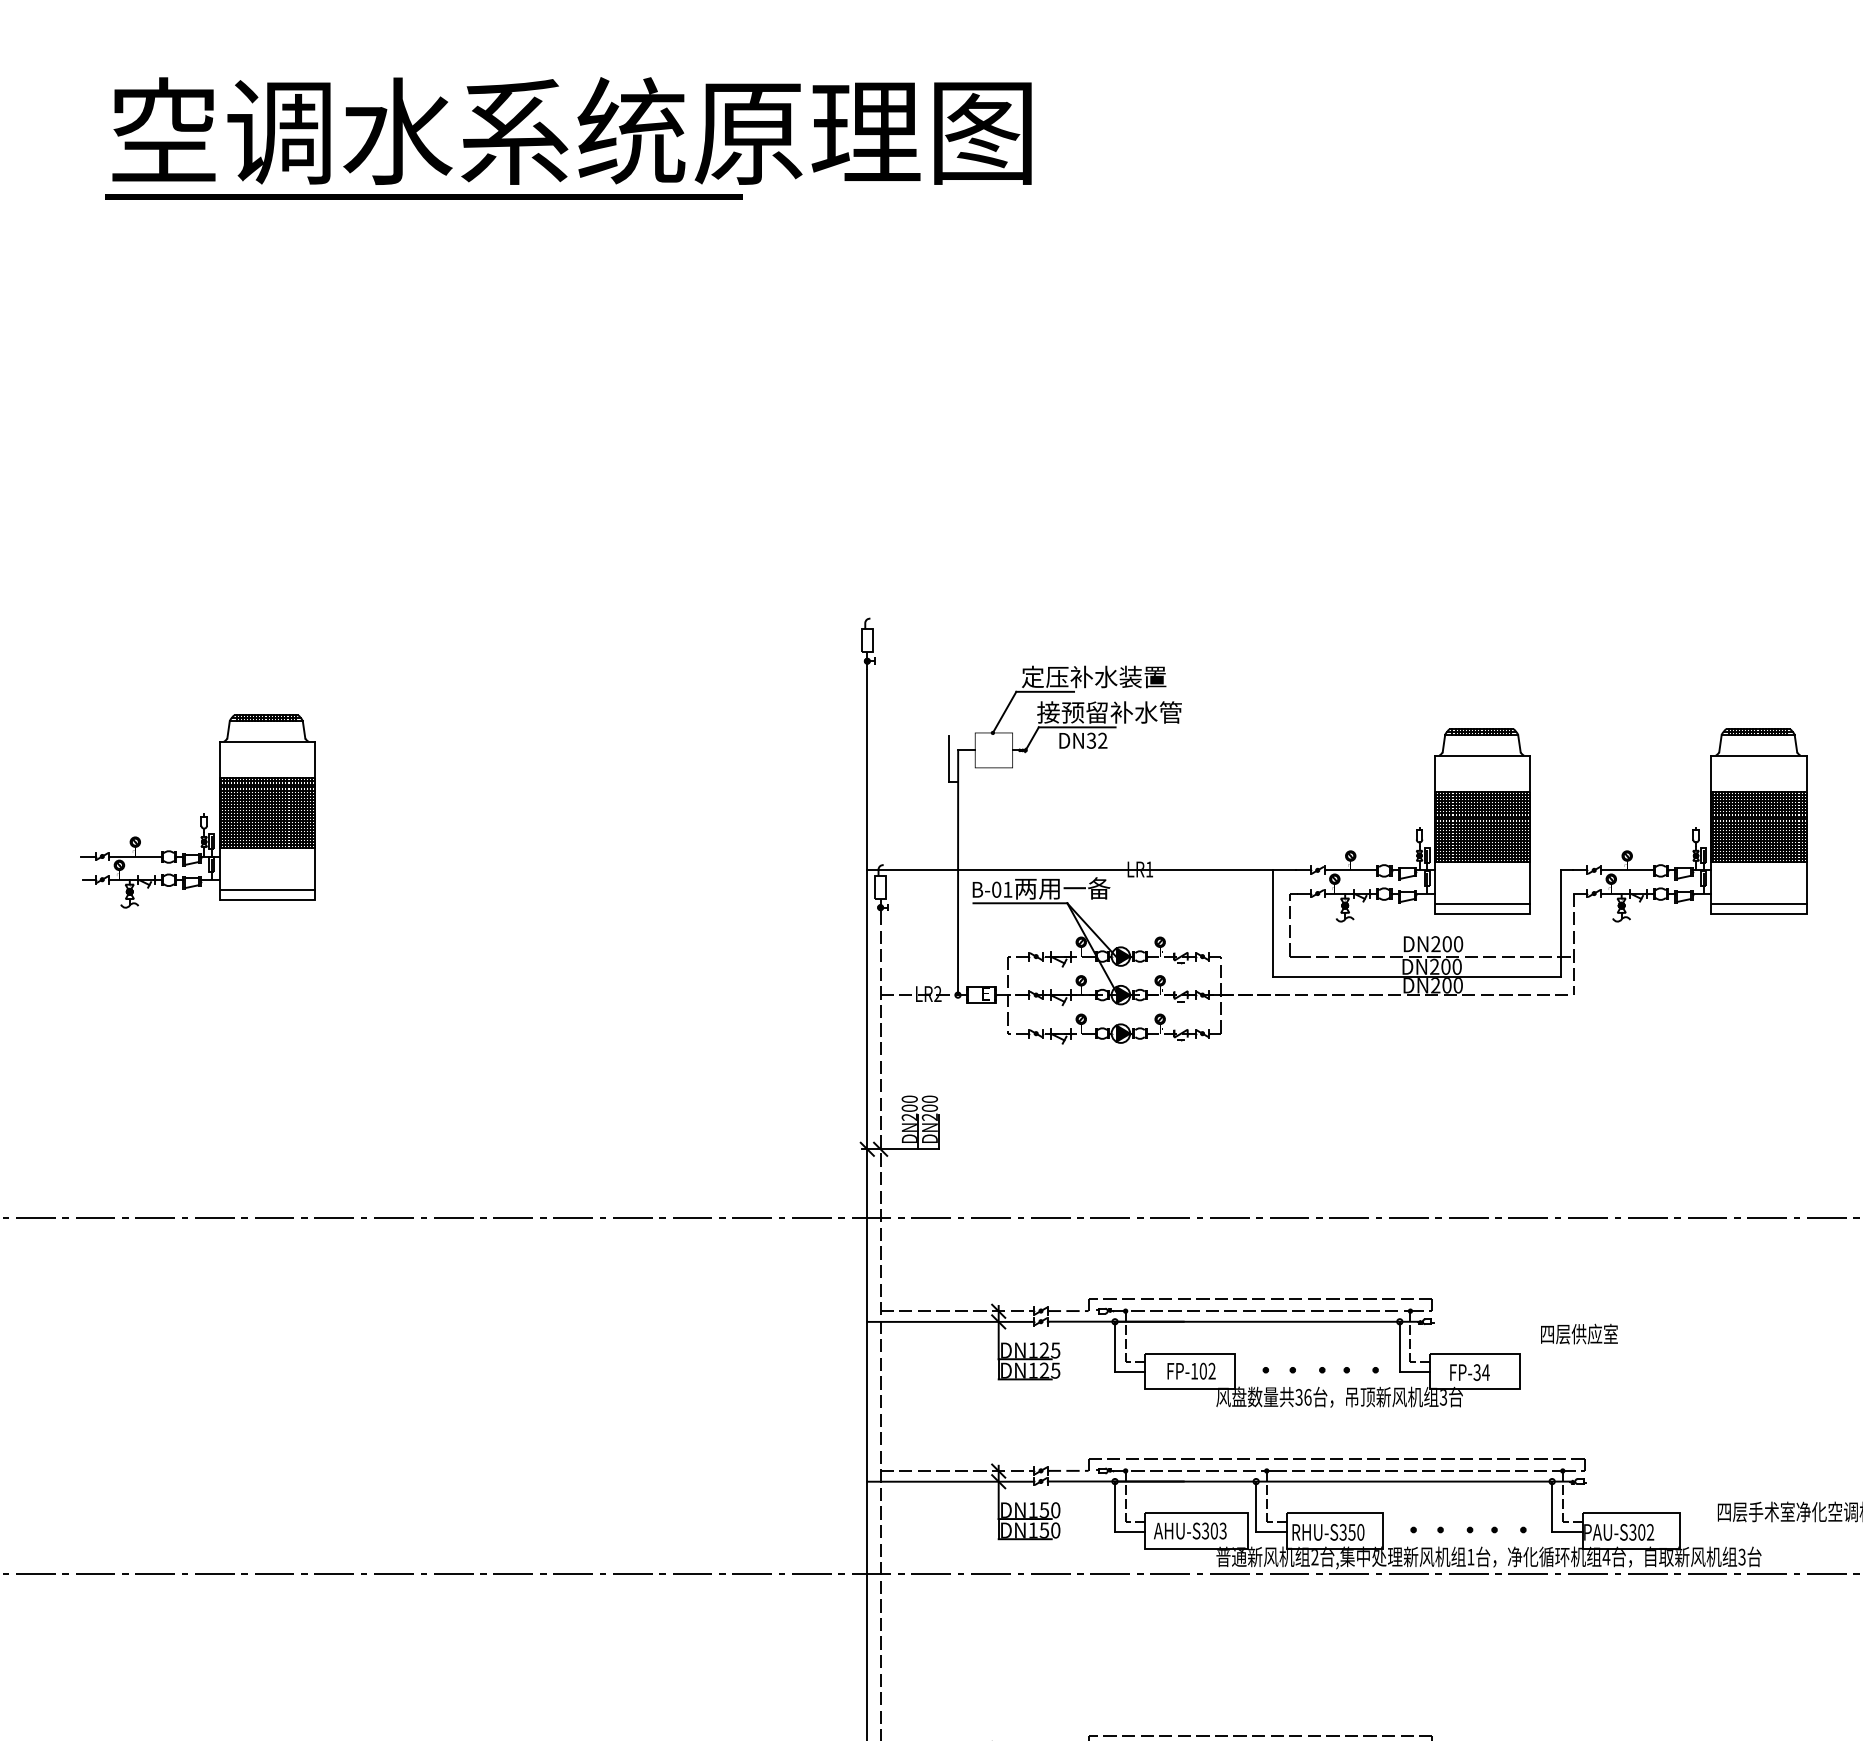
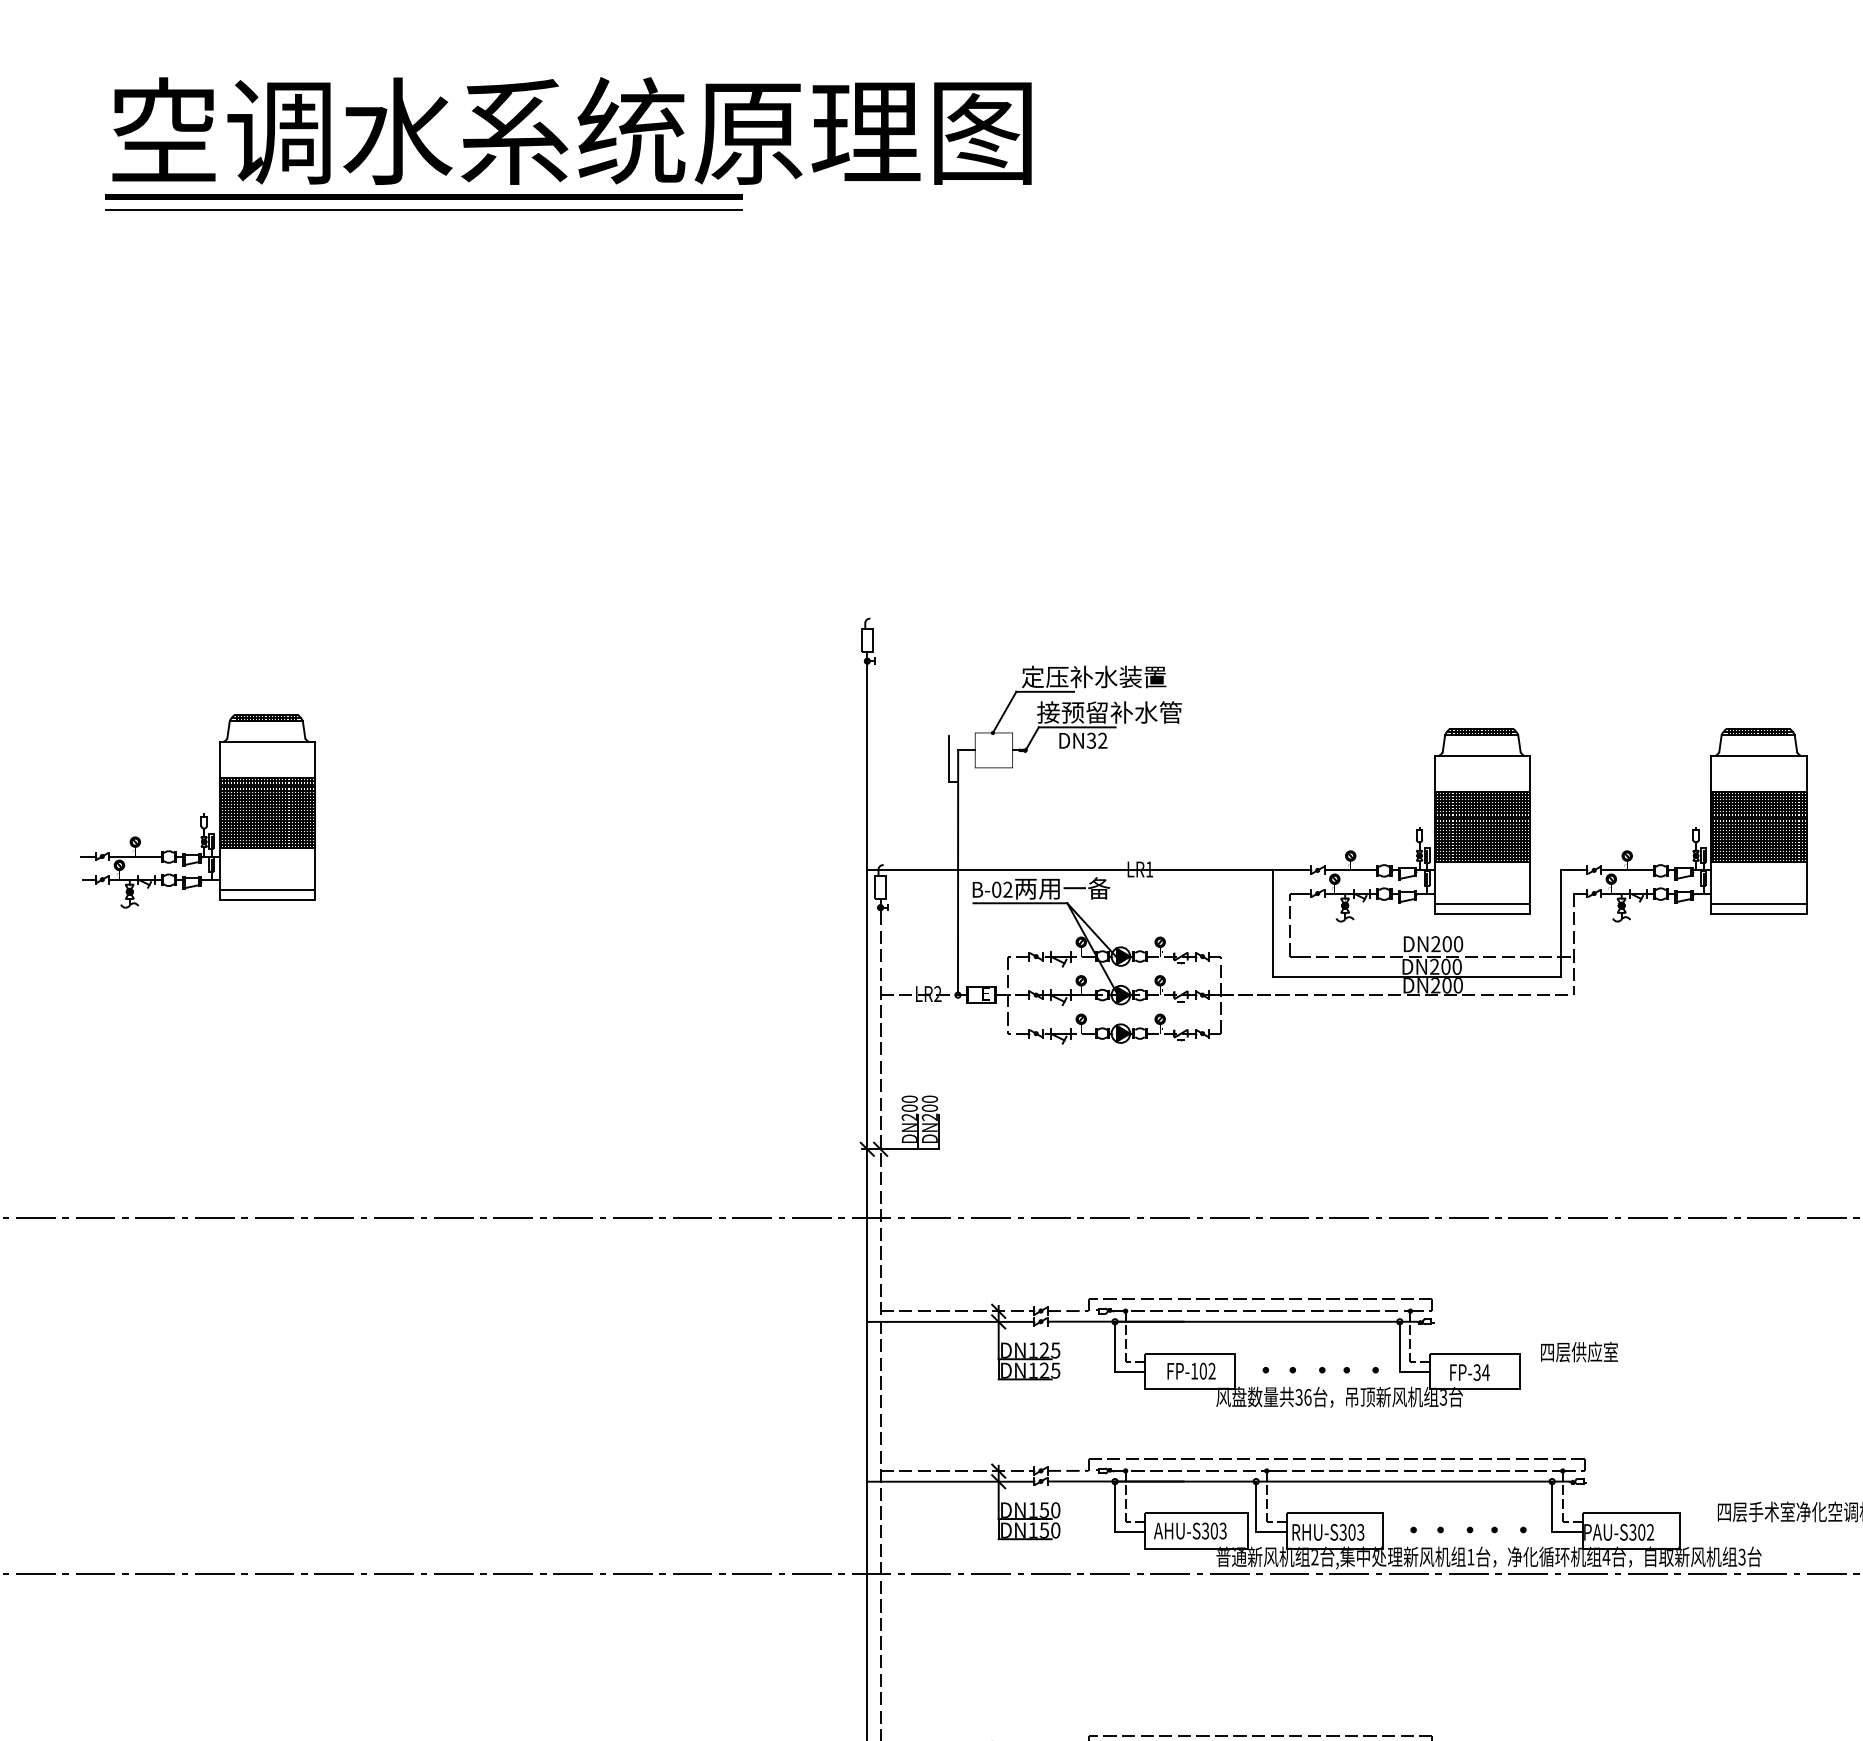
line at (423, 209): none -> present
text at (1007, 889): B-01 -> B-02
text at (1579, 1333) position: (1579, 1333) -> (1579, 1351)
text at (1356, 1532): RHU-S350 -> RHU-S303
